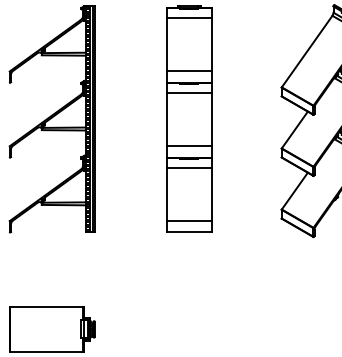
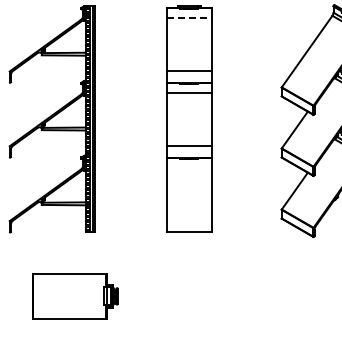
line at (189, 18): solid -> dashed
line at (188, 167): present -> none
line at (188, 221): present -> none
part at (52, 329) position: (52, 329) -> (75, 296)
